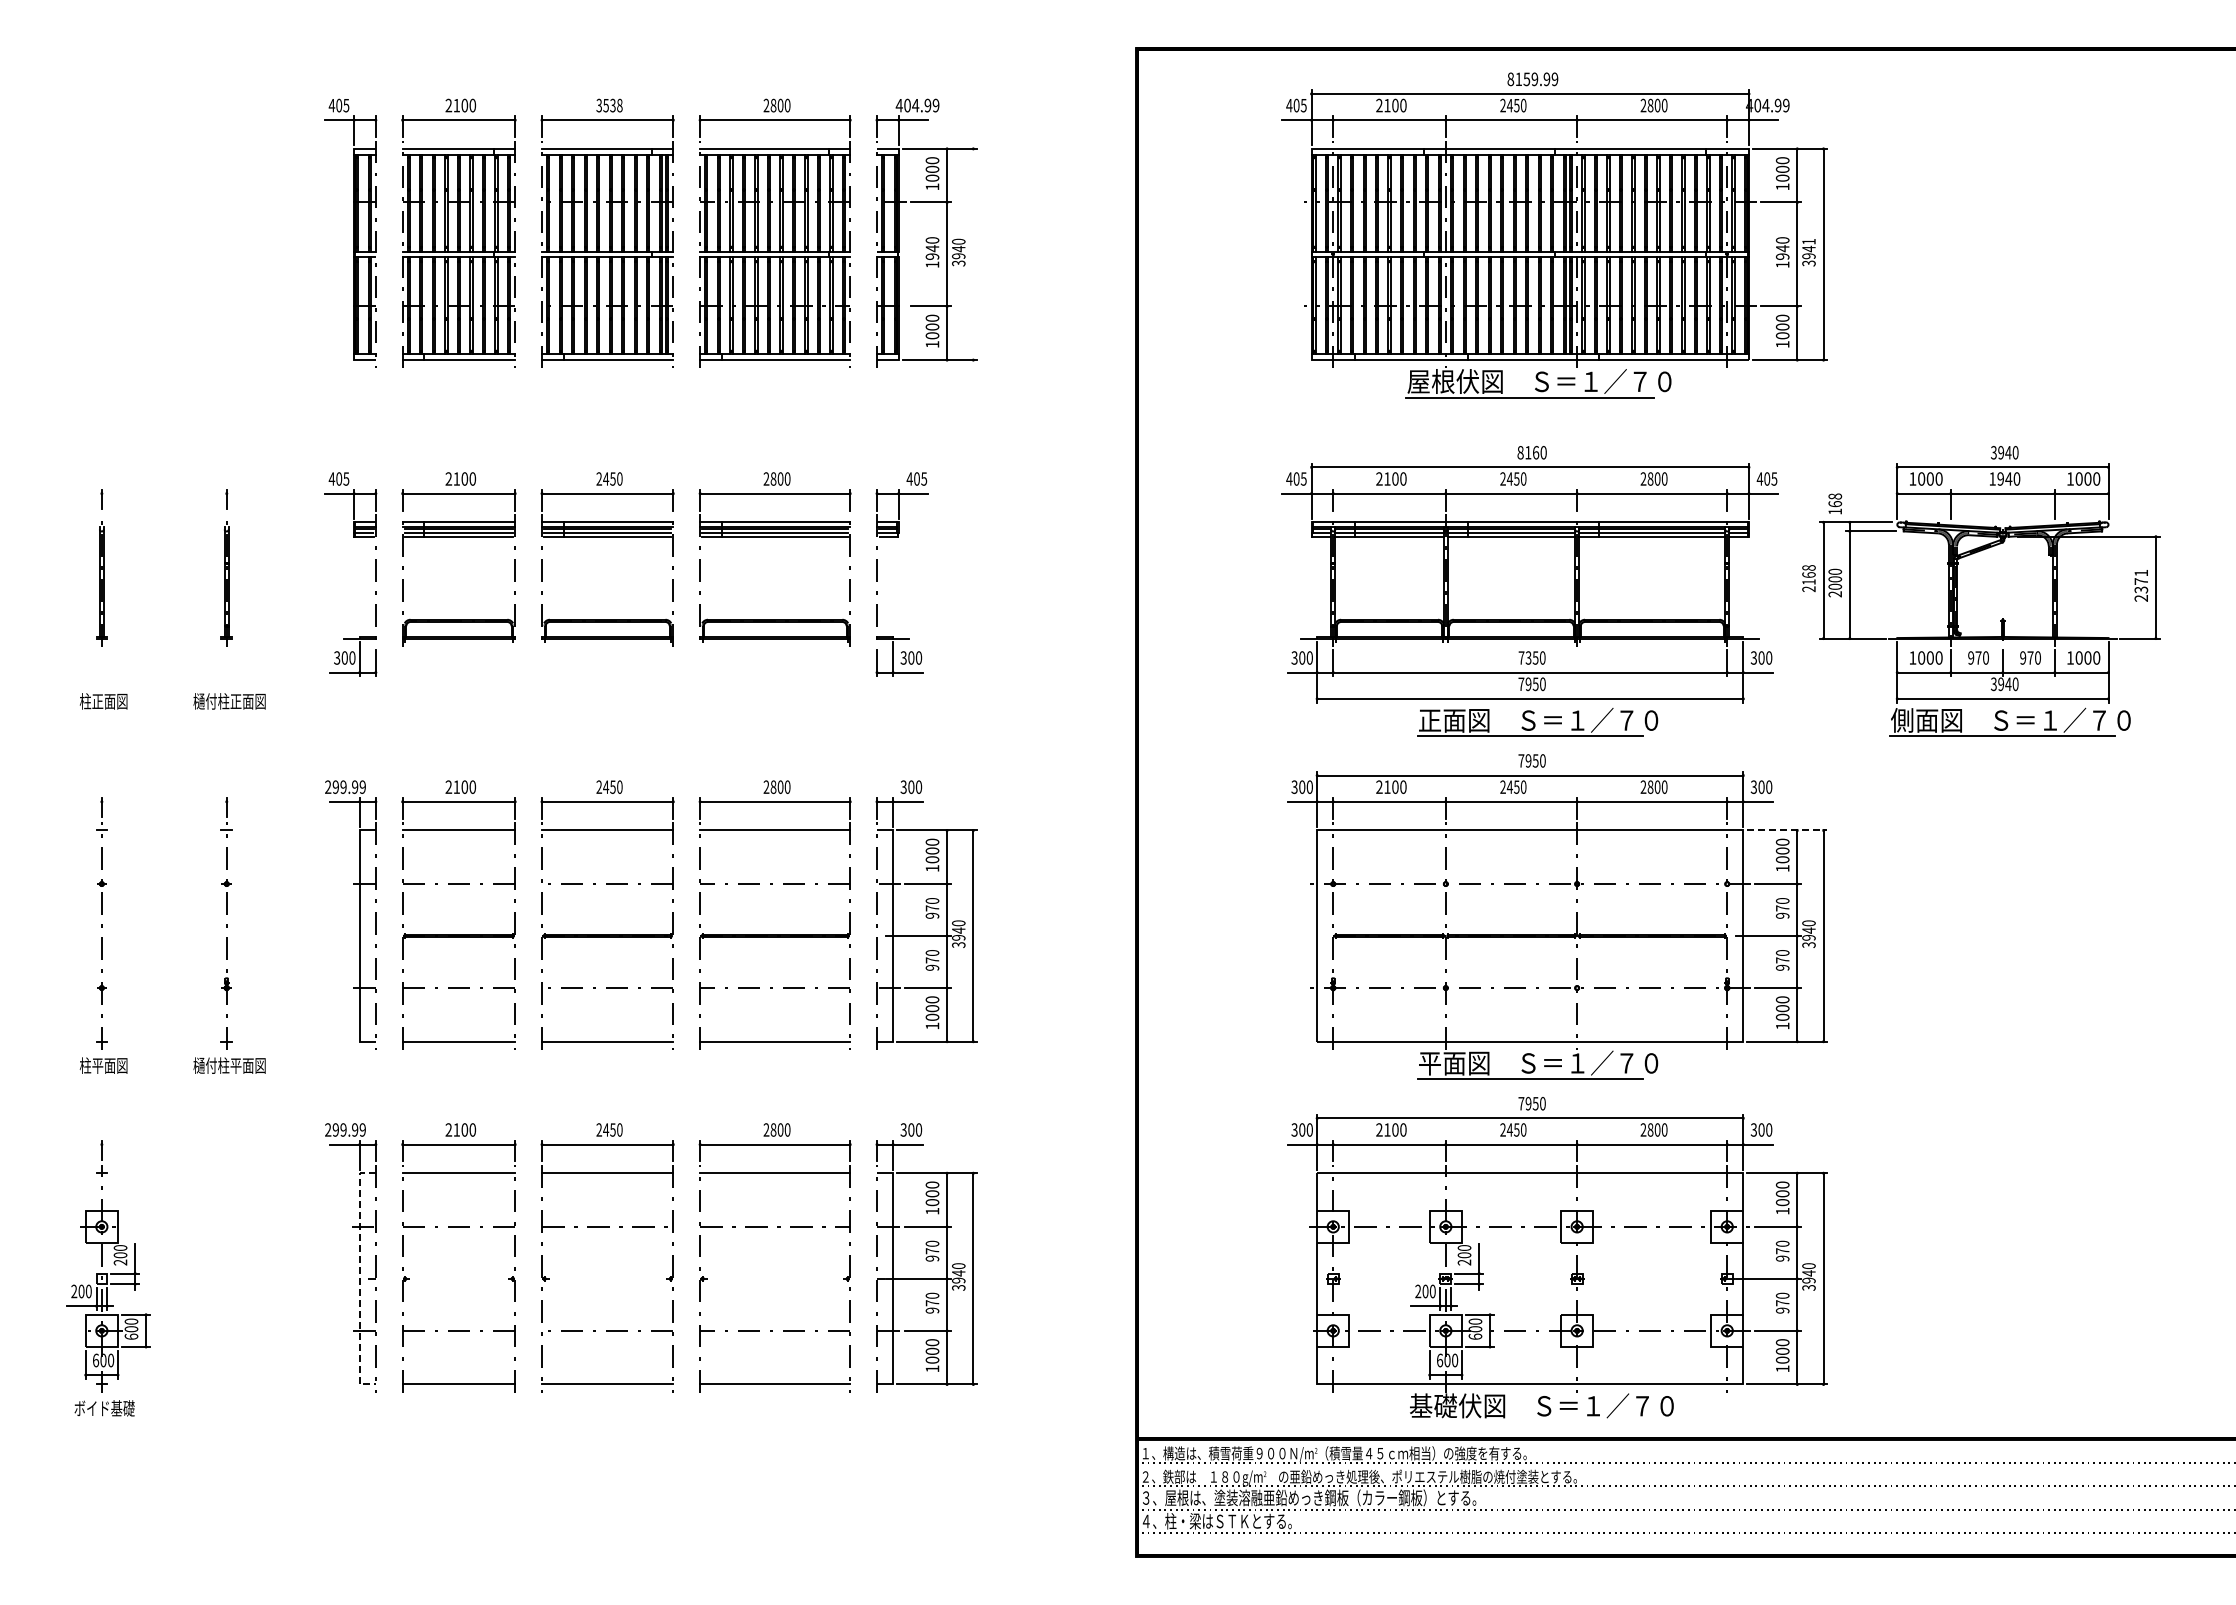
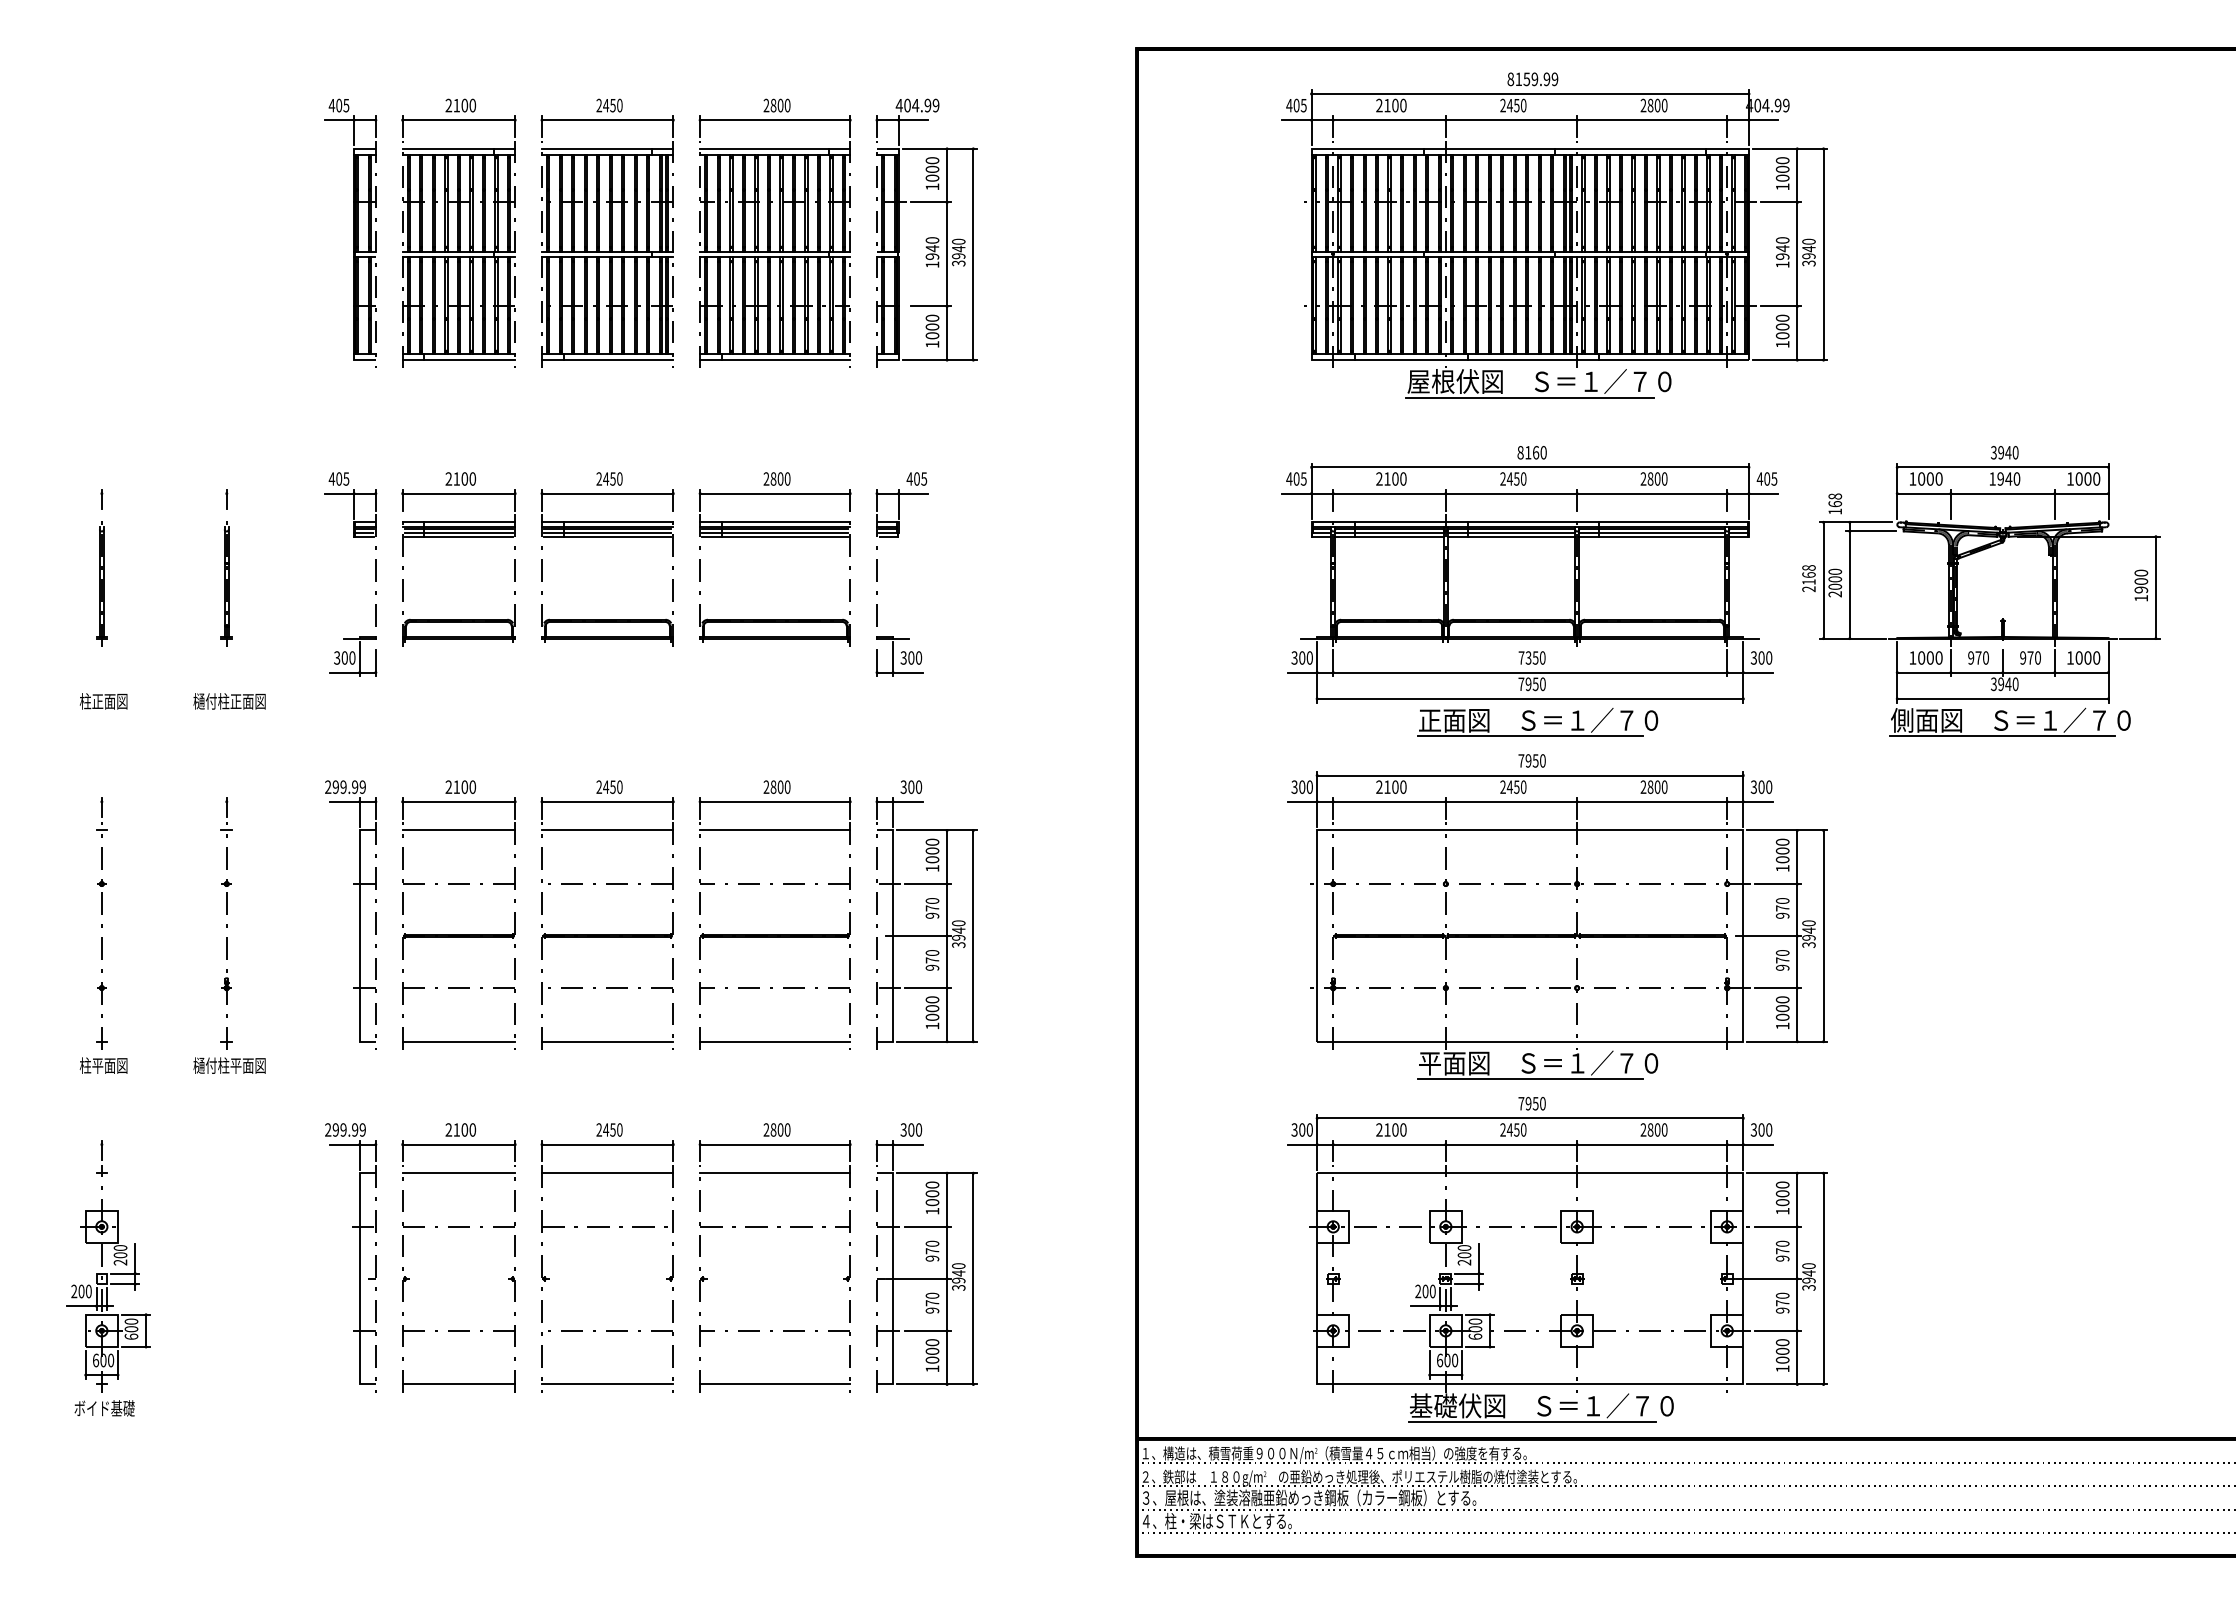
text at (609, 105): 3538 -> 2450
text at (1808, 241): 3941 -> 3940
line at (973, 254): none -> present
text at (2141, 585): 2371 -> 1900
line at (1787, 830): dashed -> solid
line at (359, 1278): dashed -> solid
line at (1532, 1422): none -> present
